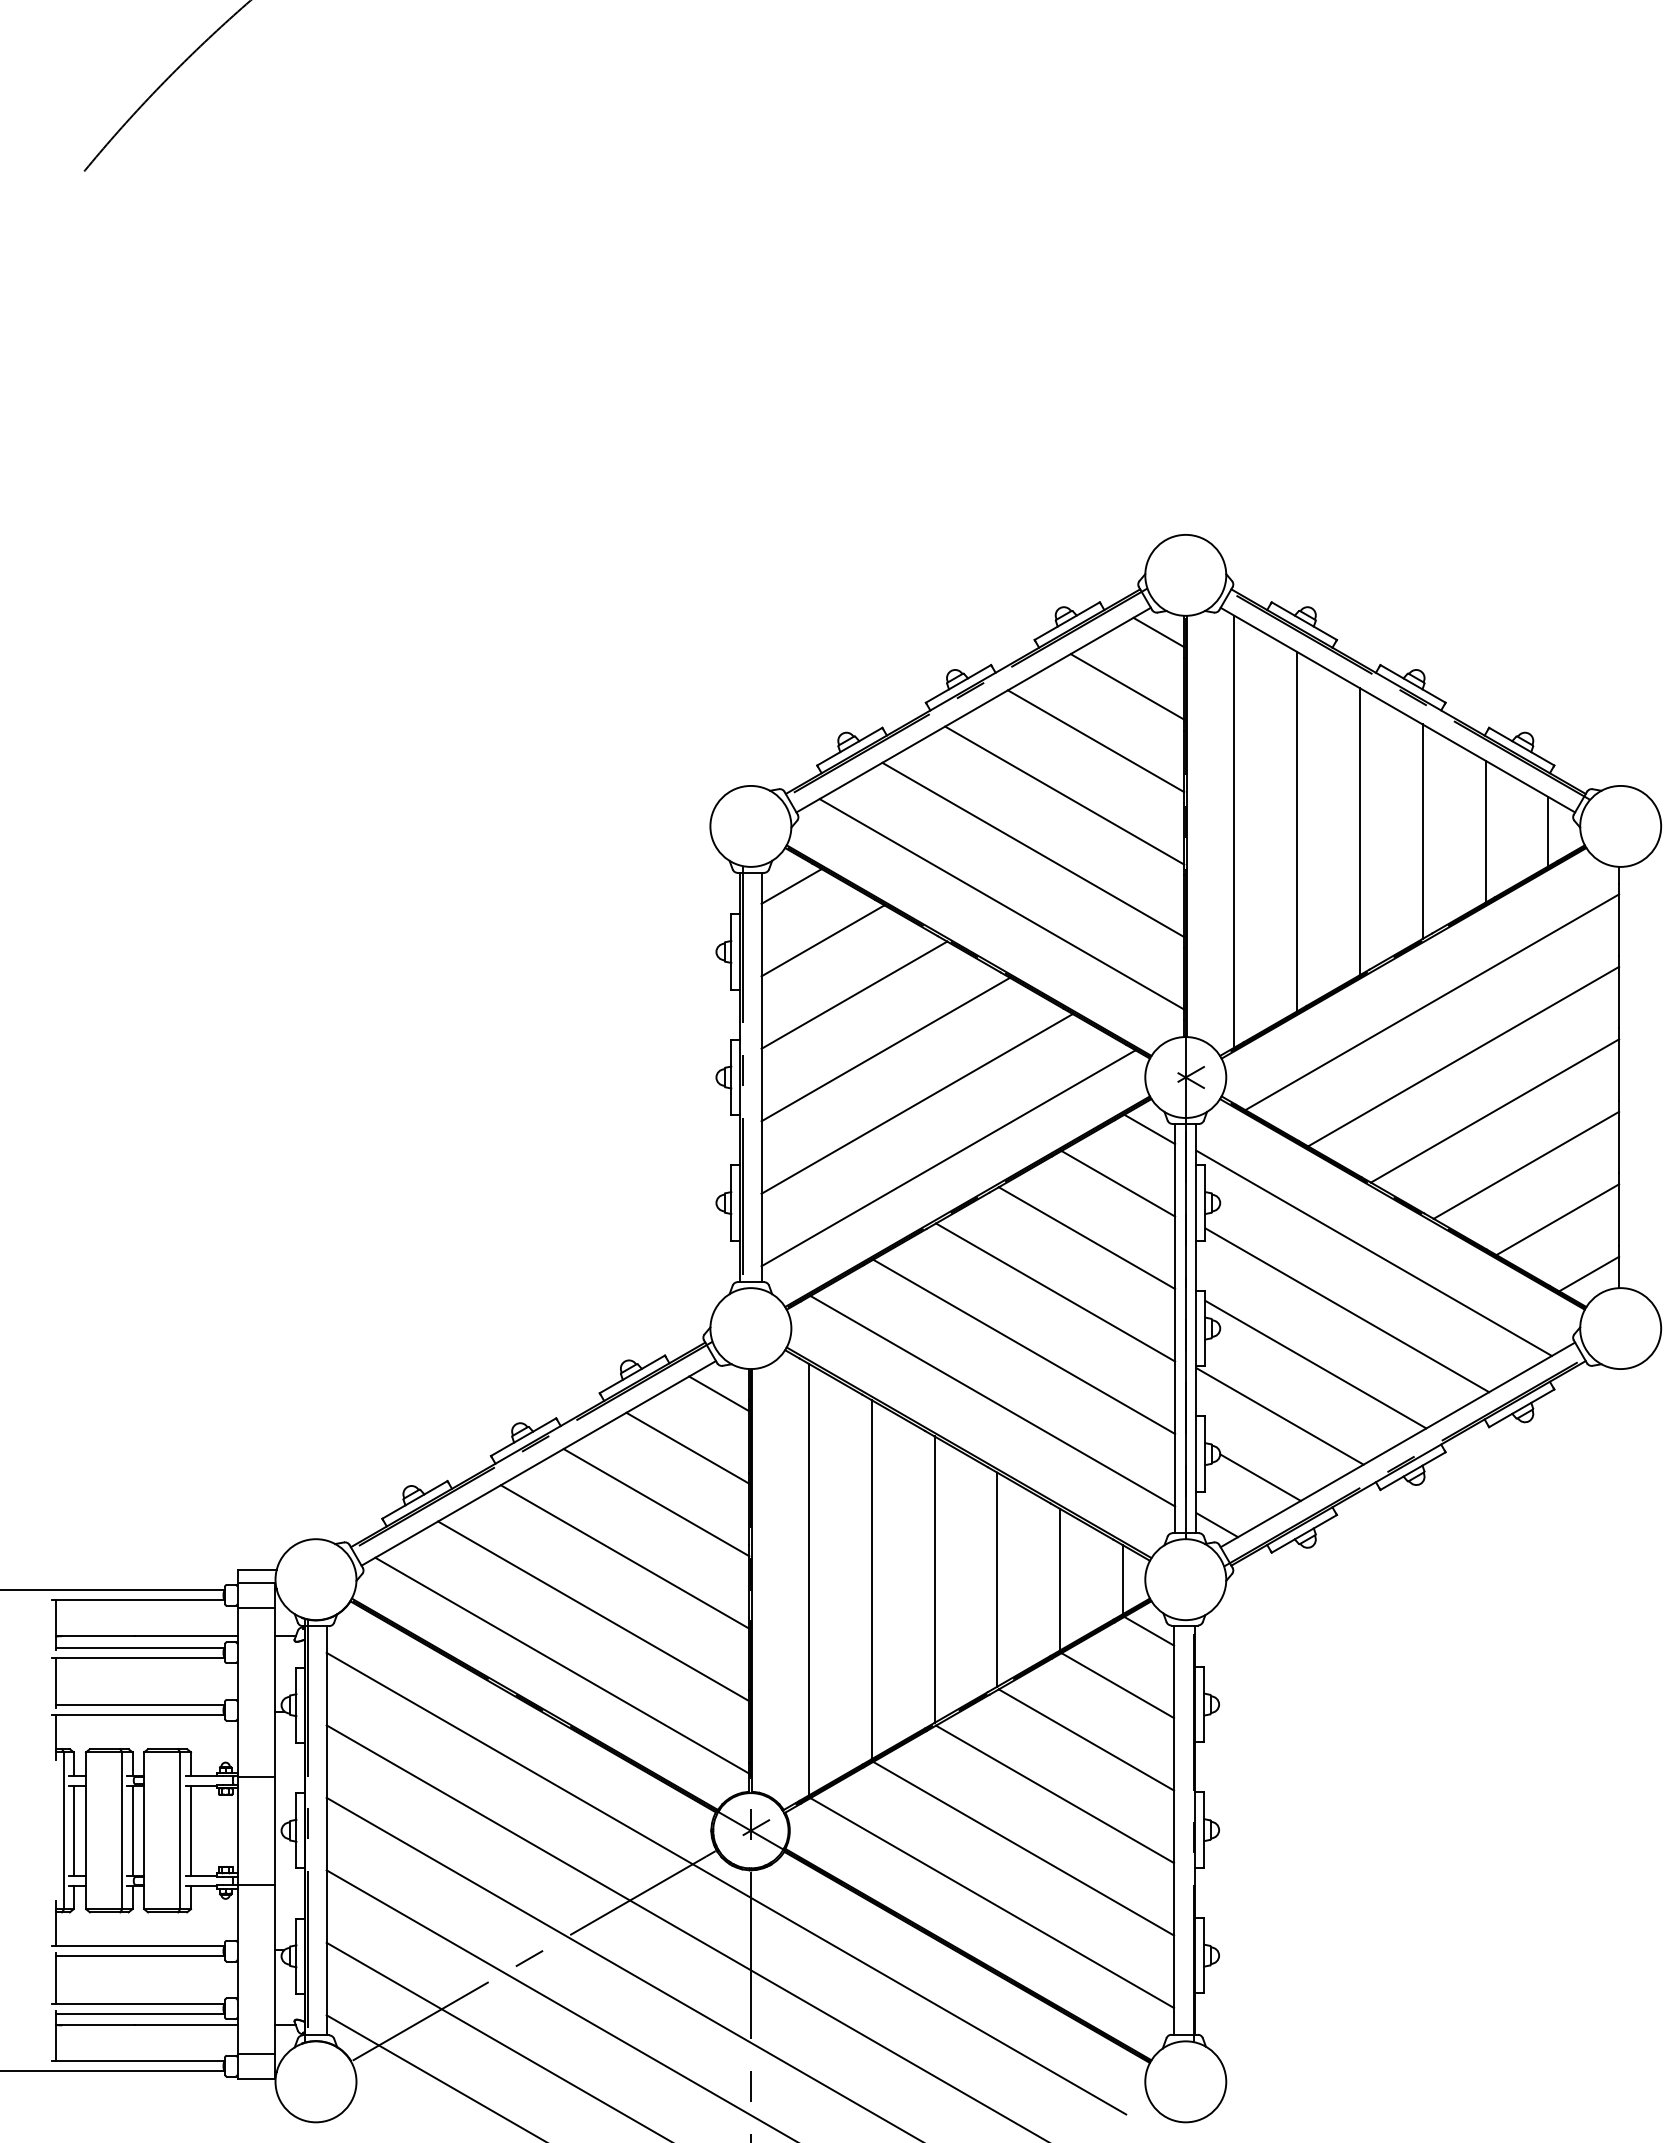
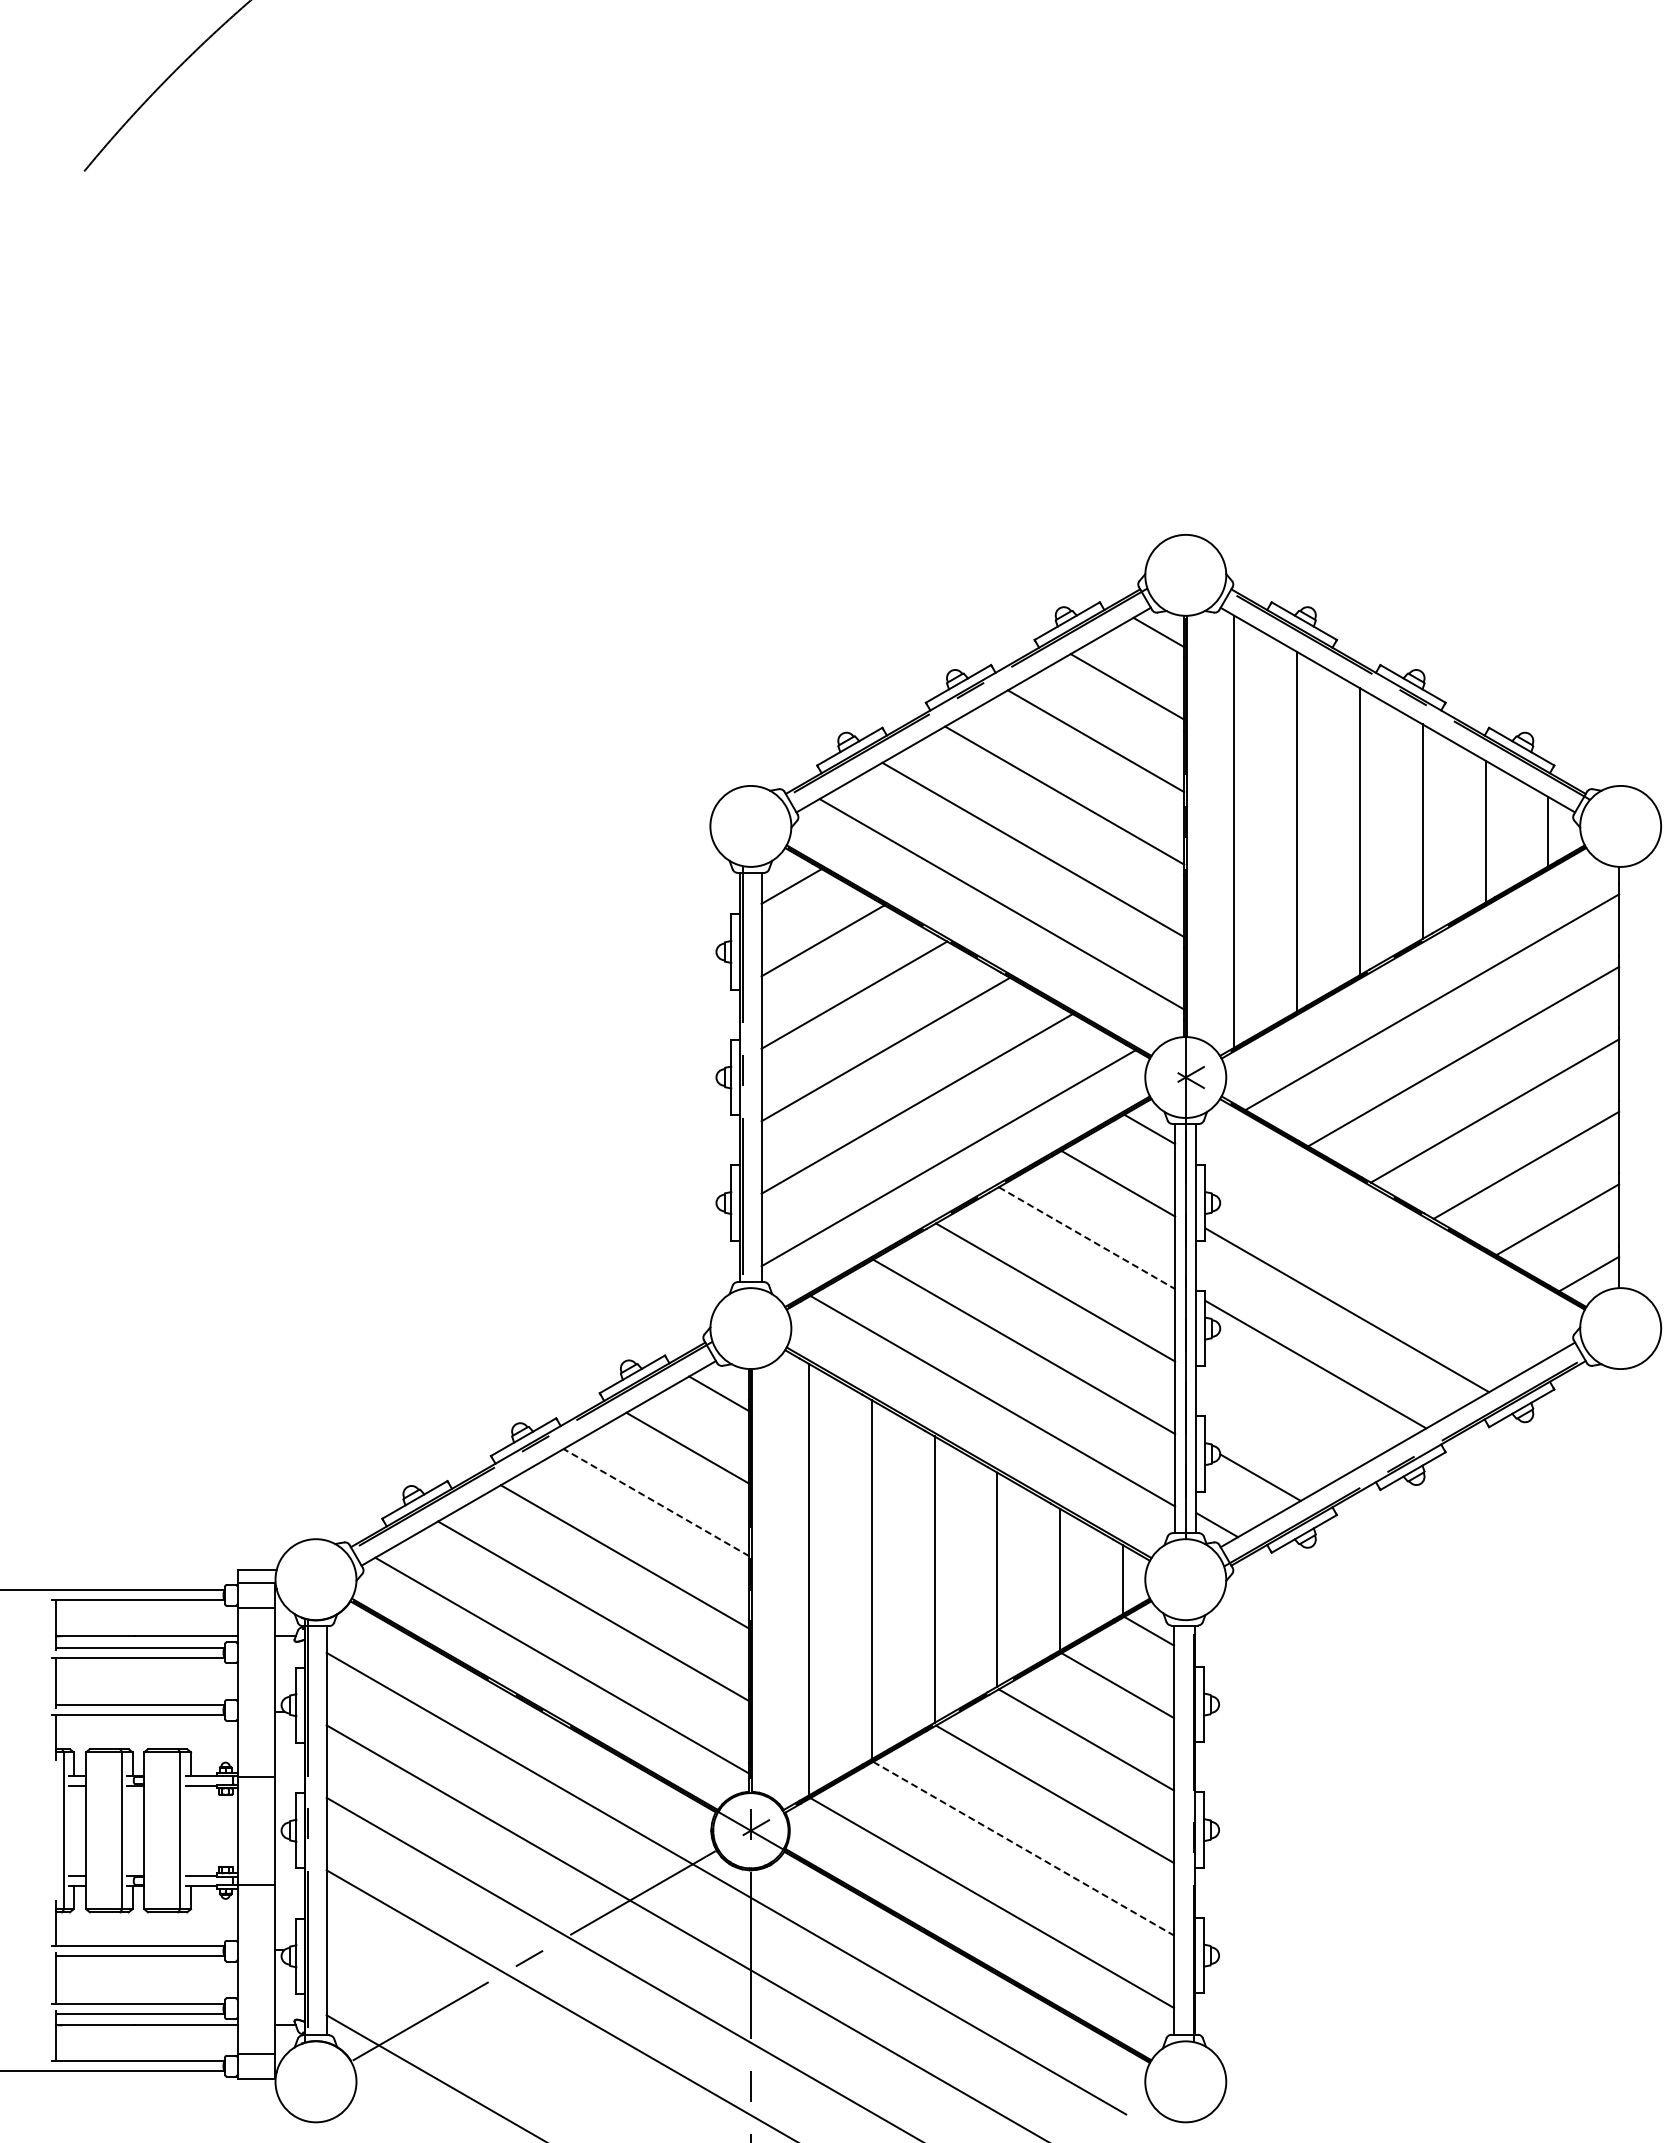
line at (1086, 1238): solid -> dashed
line at (1373, 1252): present -> none
line at (1279, 1416): present -> none
line at (656, 1502): solid -> dashed
line at (73, 1830): present -> none
line at (132, 1830): present -> none
line at (191, 1830): present -> none
line at (1023, 1848): solid -> dashed
line at (497, 2040): present -> none
